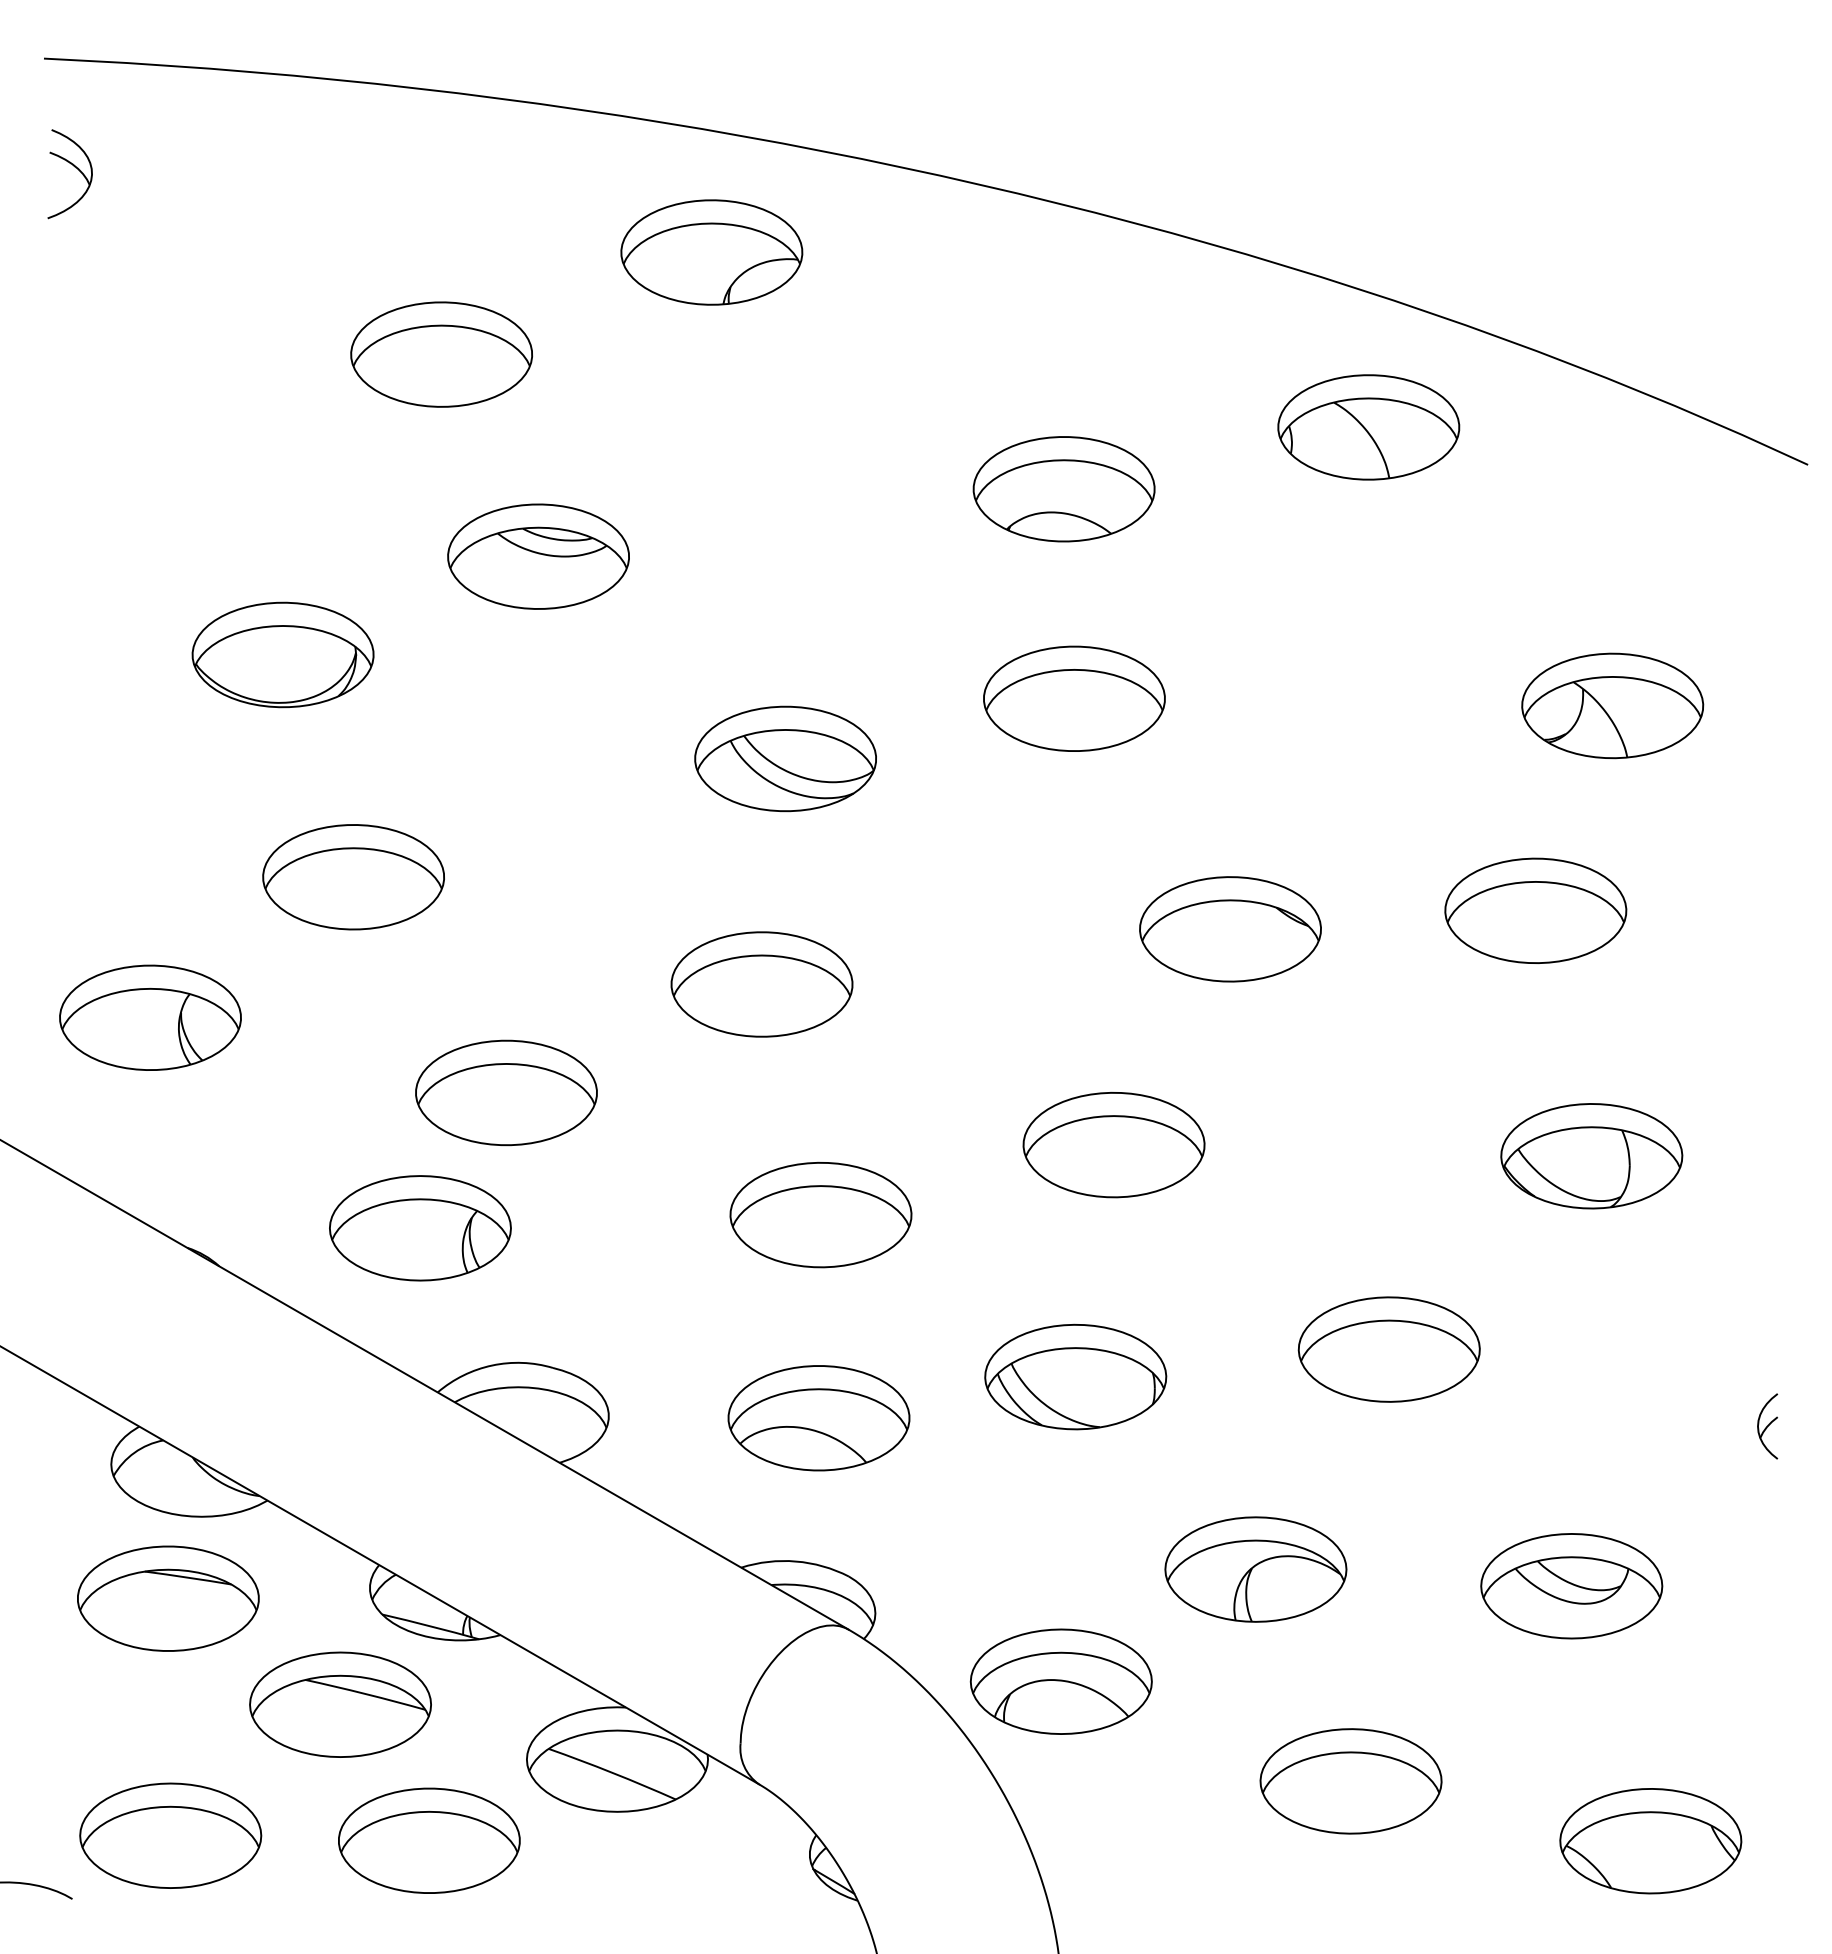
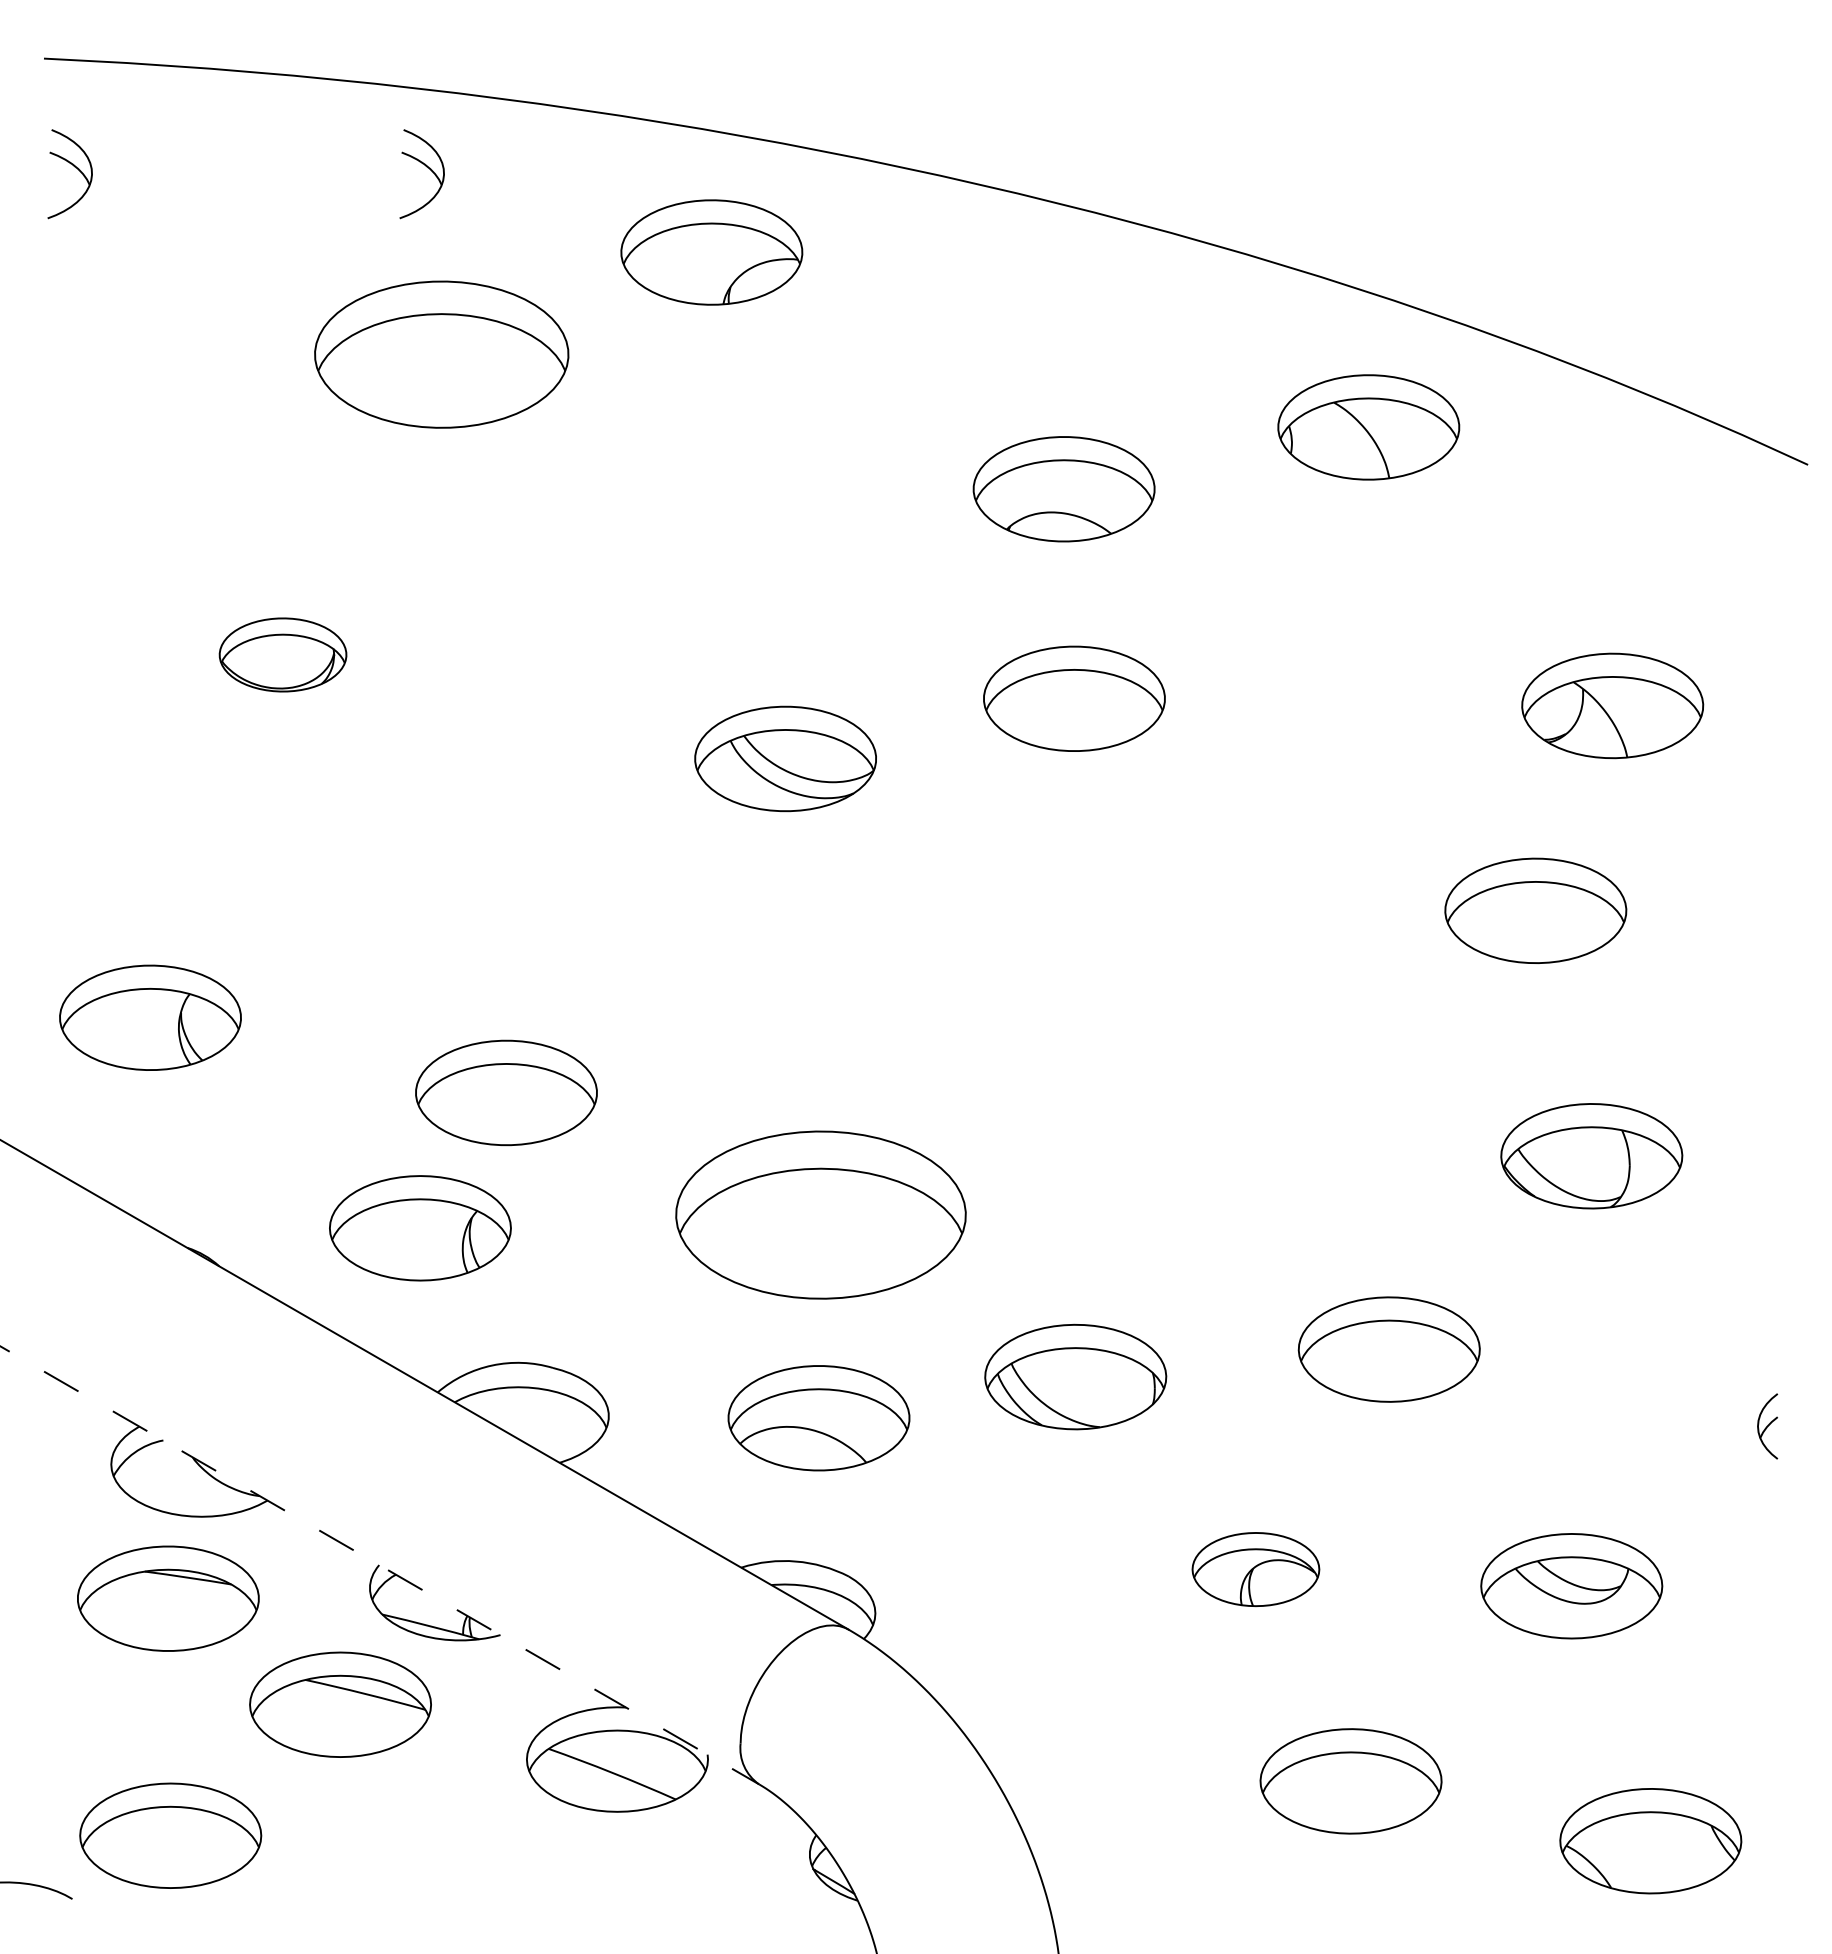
part at (426, 167): none -> present
part at (441, 354) size: 183x107 px -> 256x149 px
part at (538, 556): present -> none
part at (282, 654) size: 184x108 px -> 130x76 px
part at (353, 877): present -> none
part at (1230, 929): present -> none
part at (761, 984): present -> none
part at (1113, 1145): present -> none
part at (820, 1214) size: 184x108 px -> 292x170 px
line at (379, 1565): solid -> dashed
part at (1255, 1569) size: 184x107 px -> 130x75 px
part at (1060, 1681): present -> none
part at (429, 1840): present -> none
